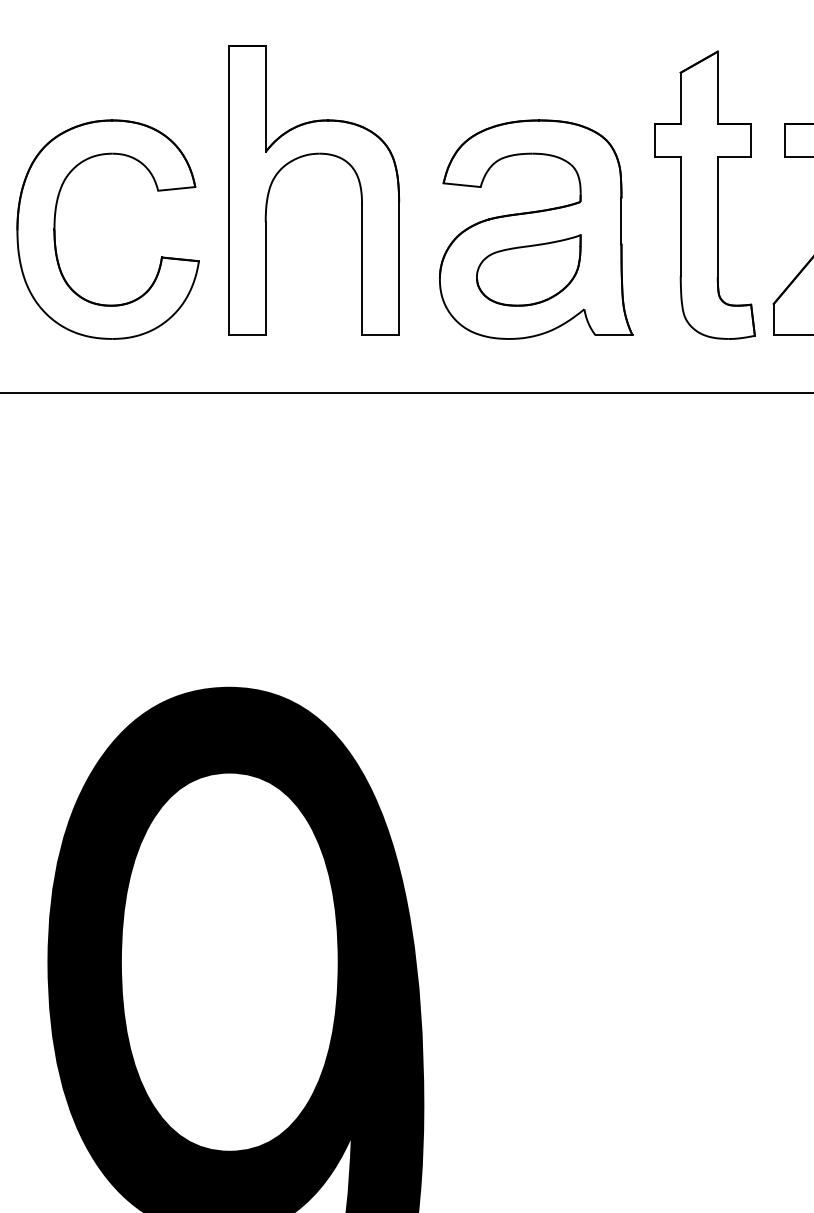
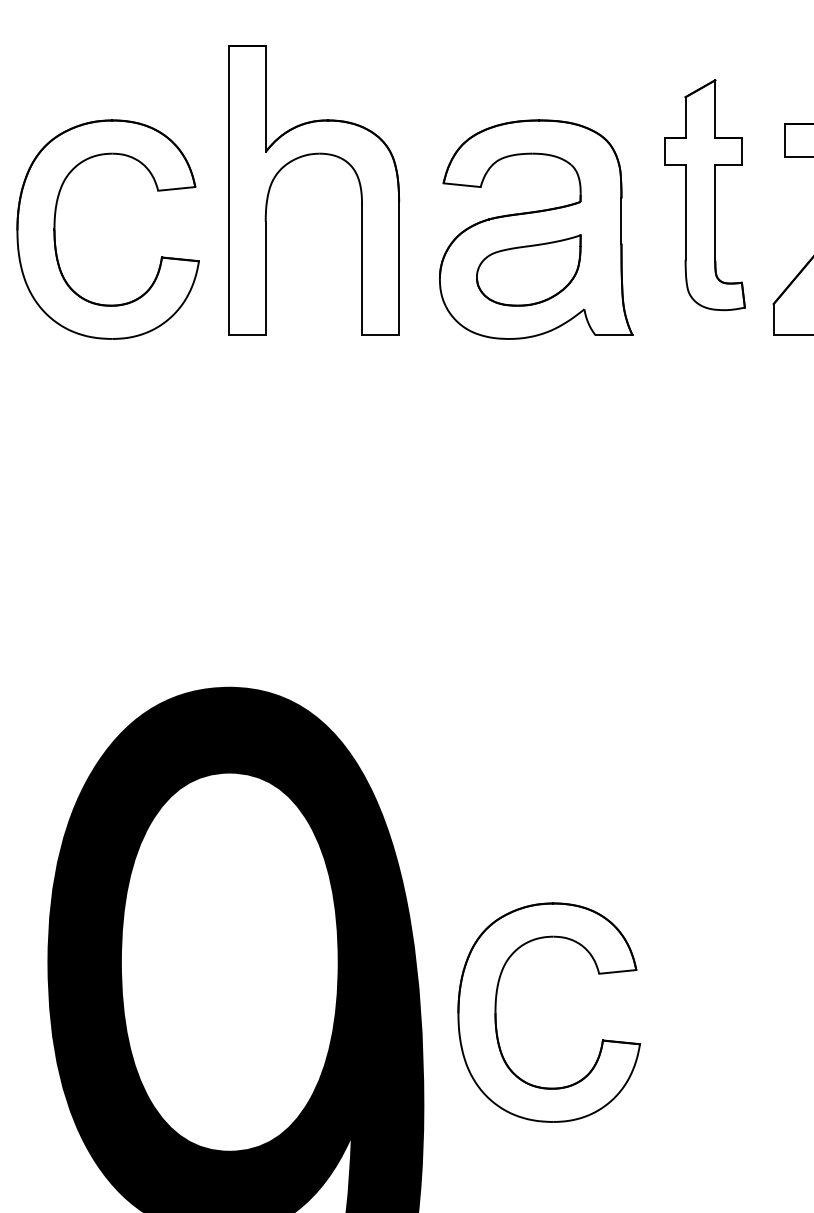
part at (704, 194) size: 102x290 px -> 82x233 px
line at (406, 393): present -> none
part at (496, 1012): none -> present
